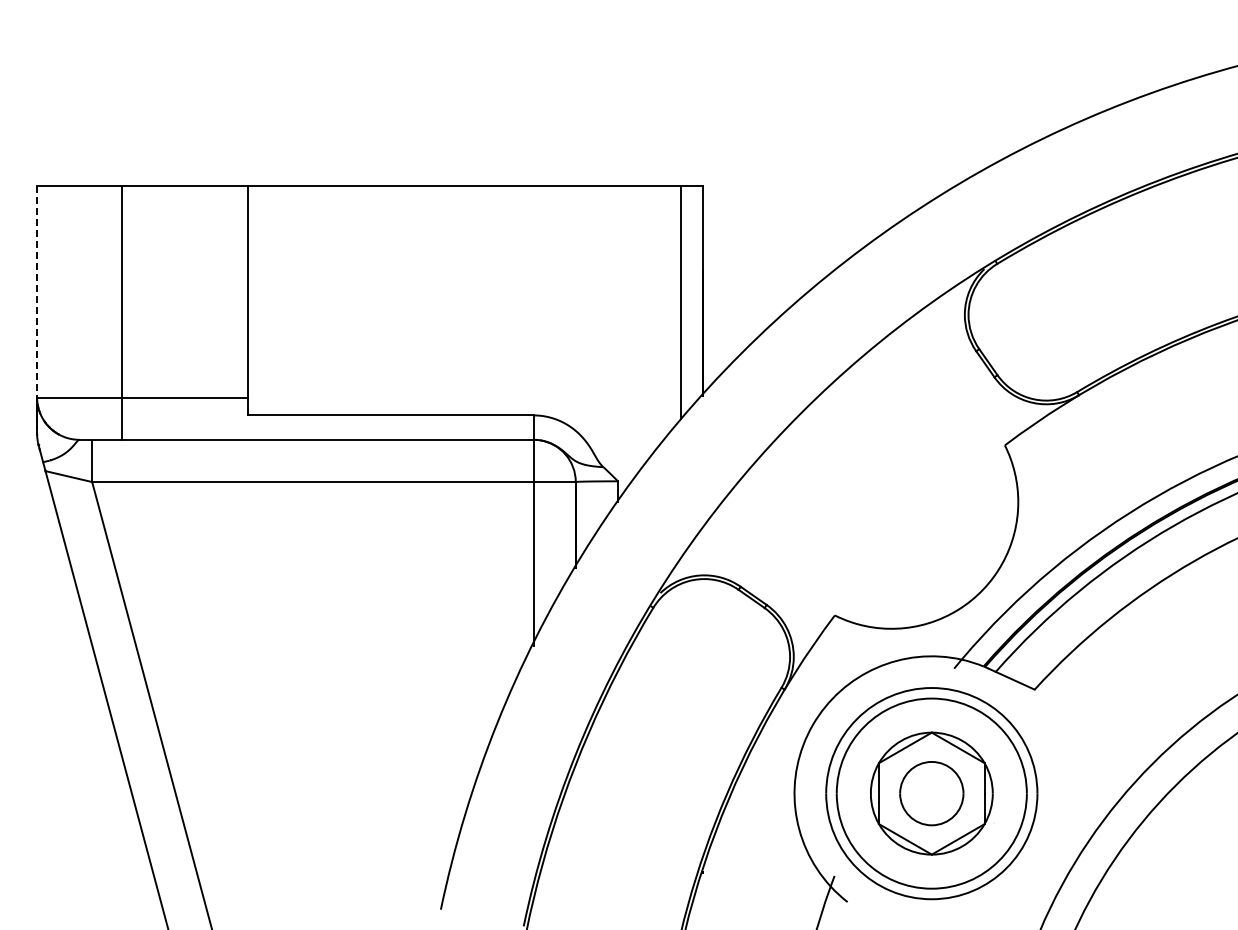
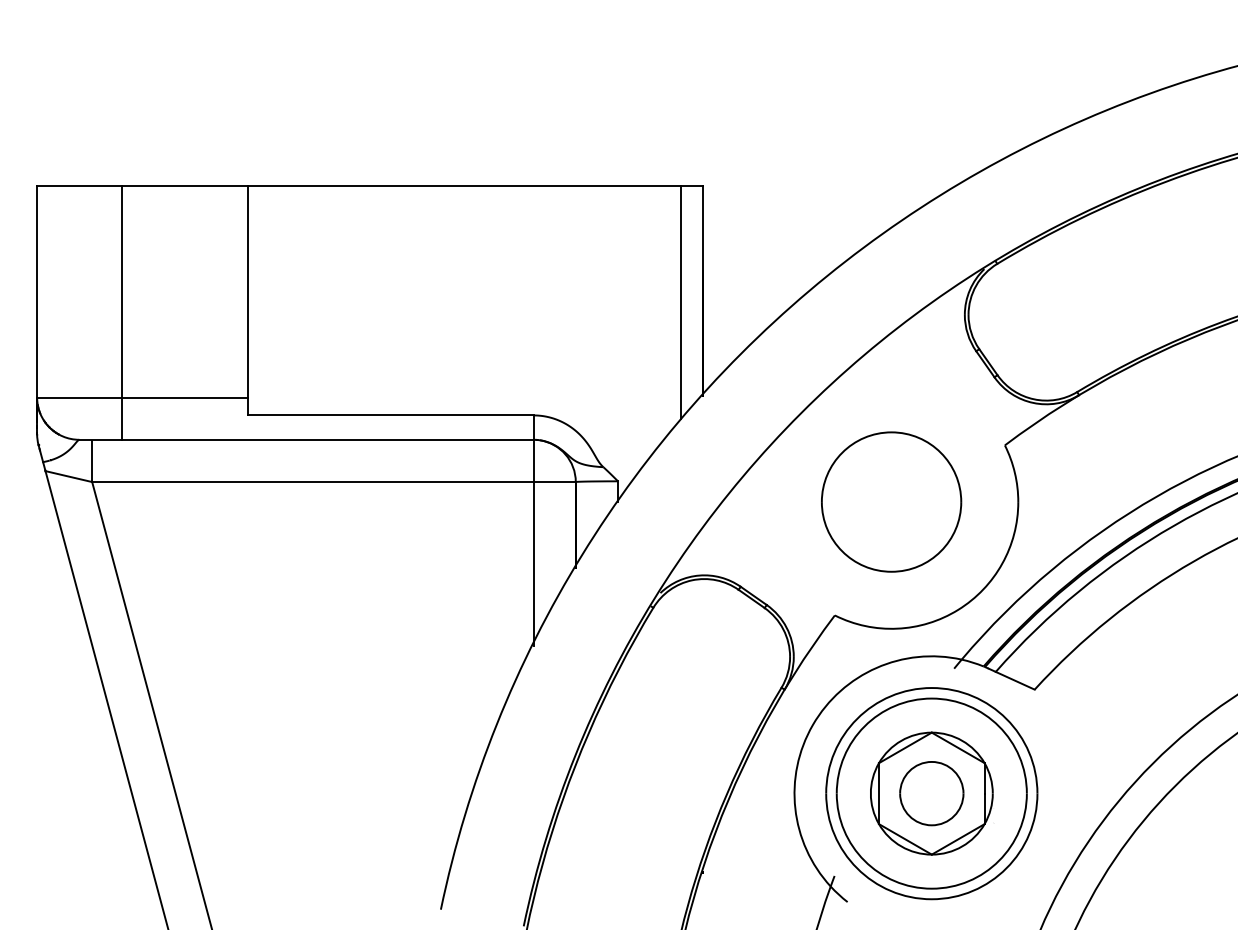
line at (37, 291): dashed -> solid
part at (891, 501): none -> present
